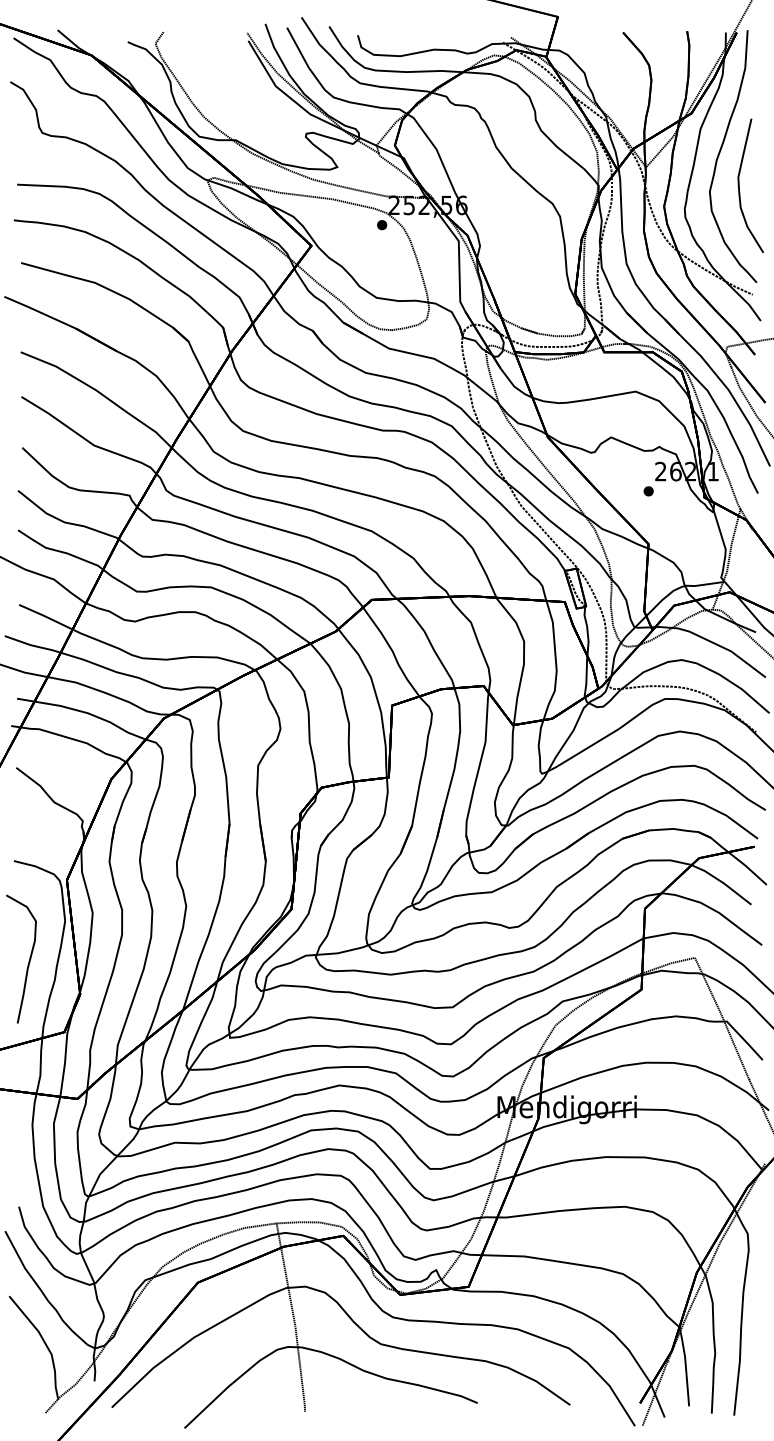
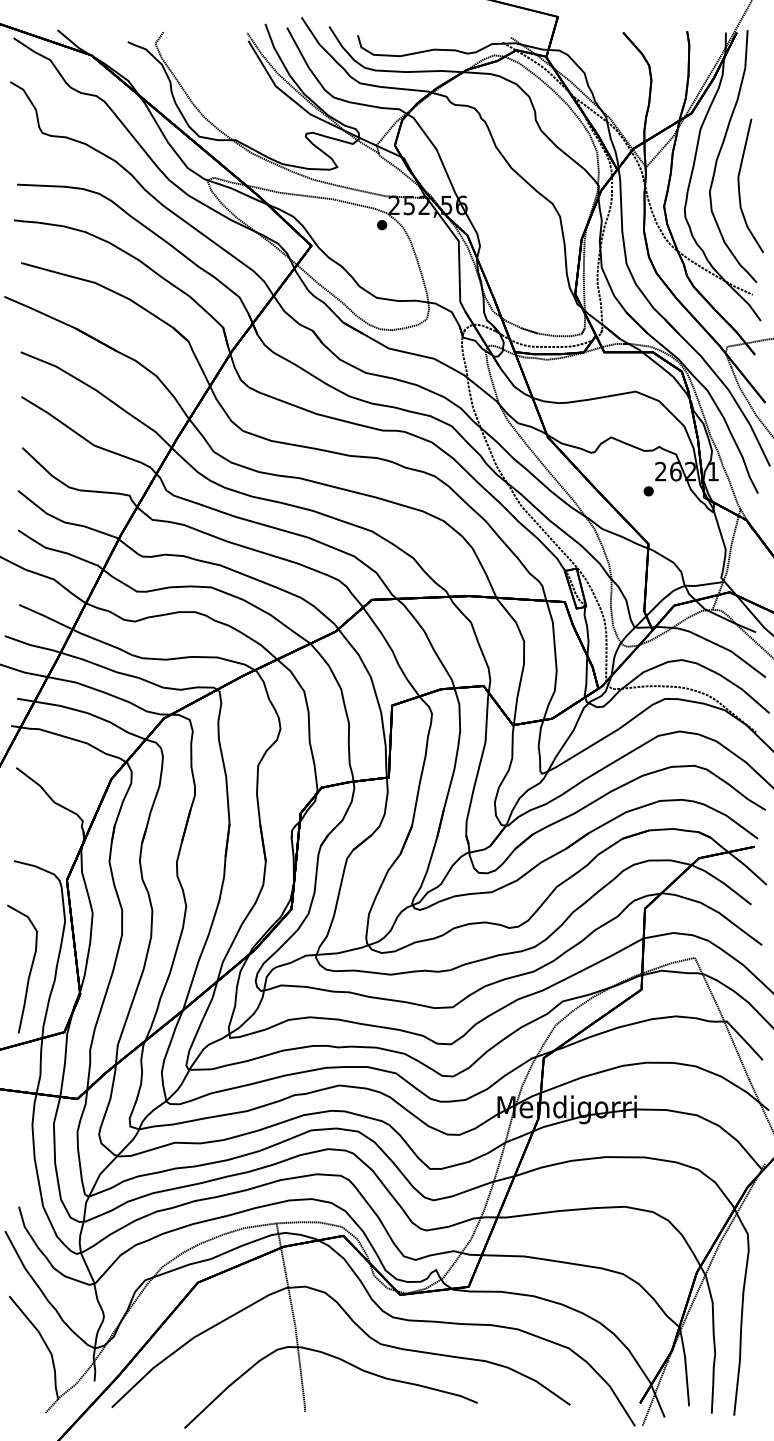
curve at (28, 960) position: (28, 960) -> (29, 970)
